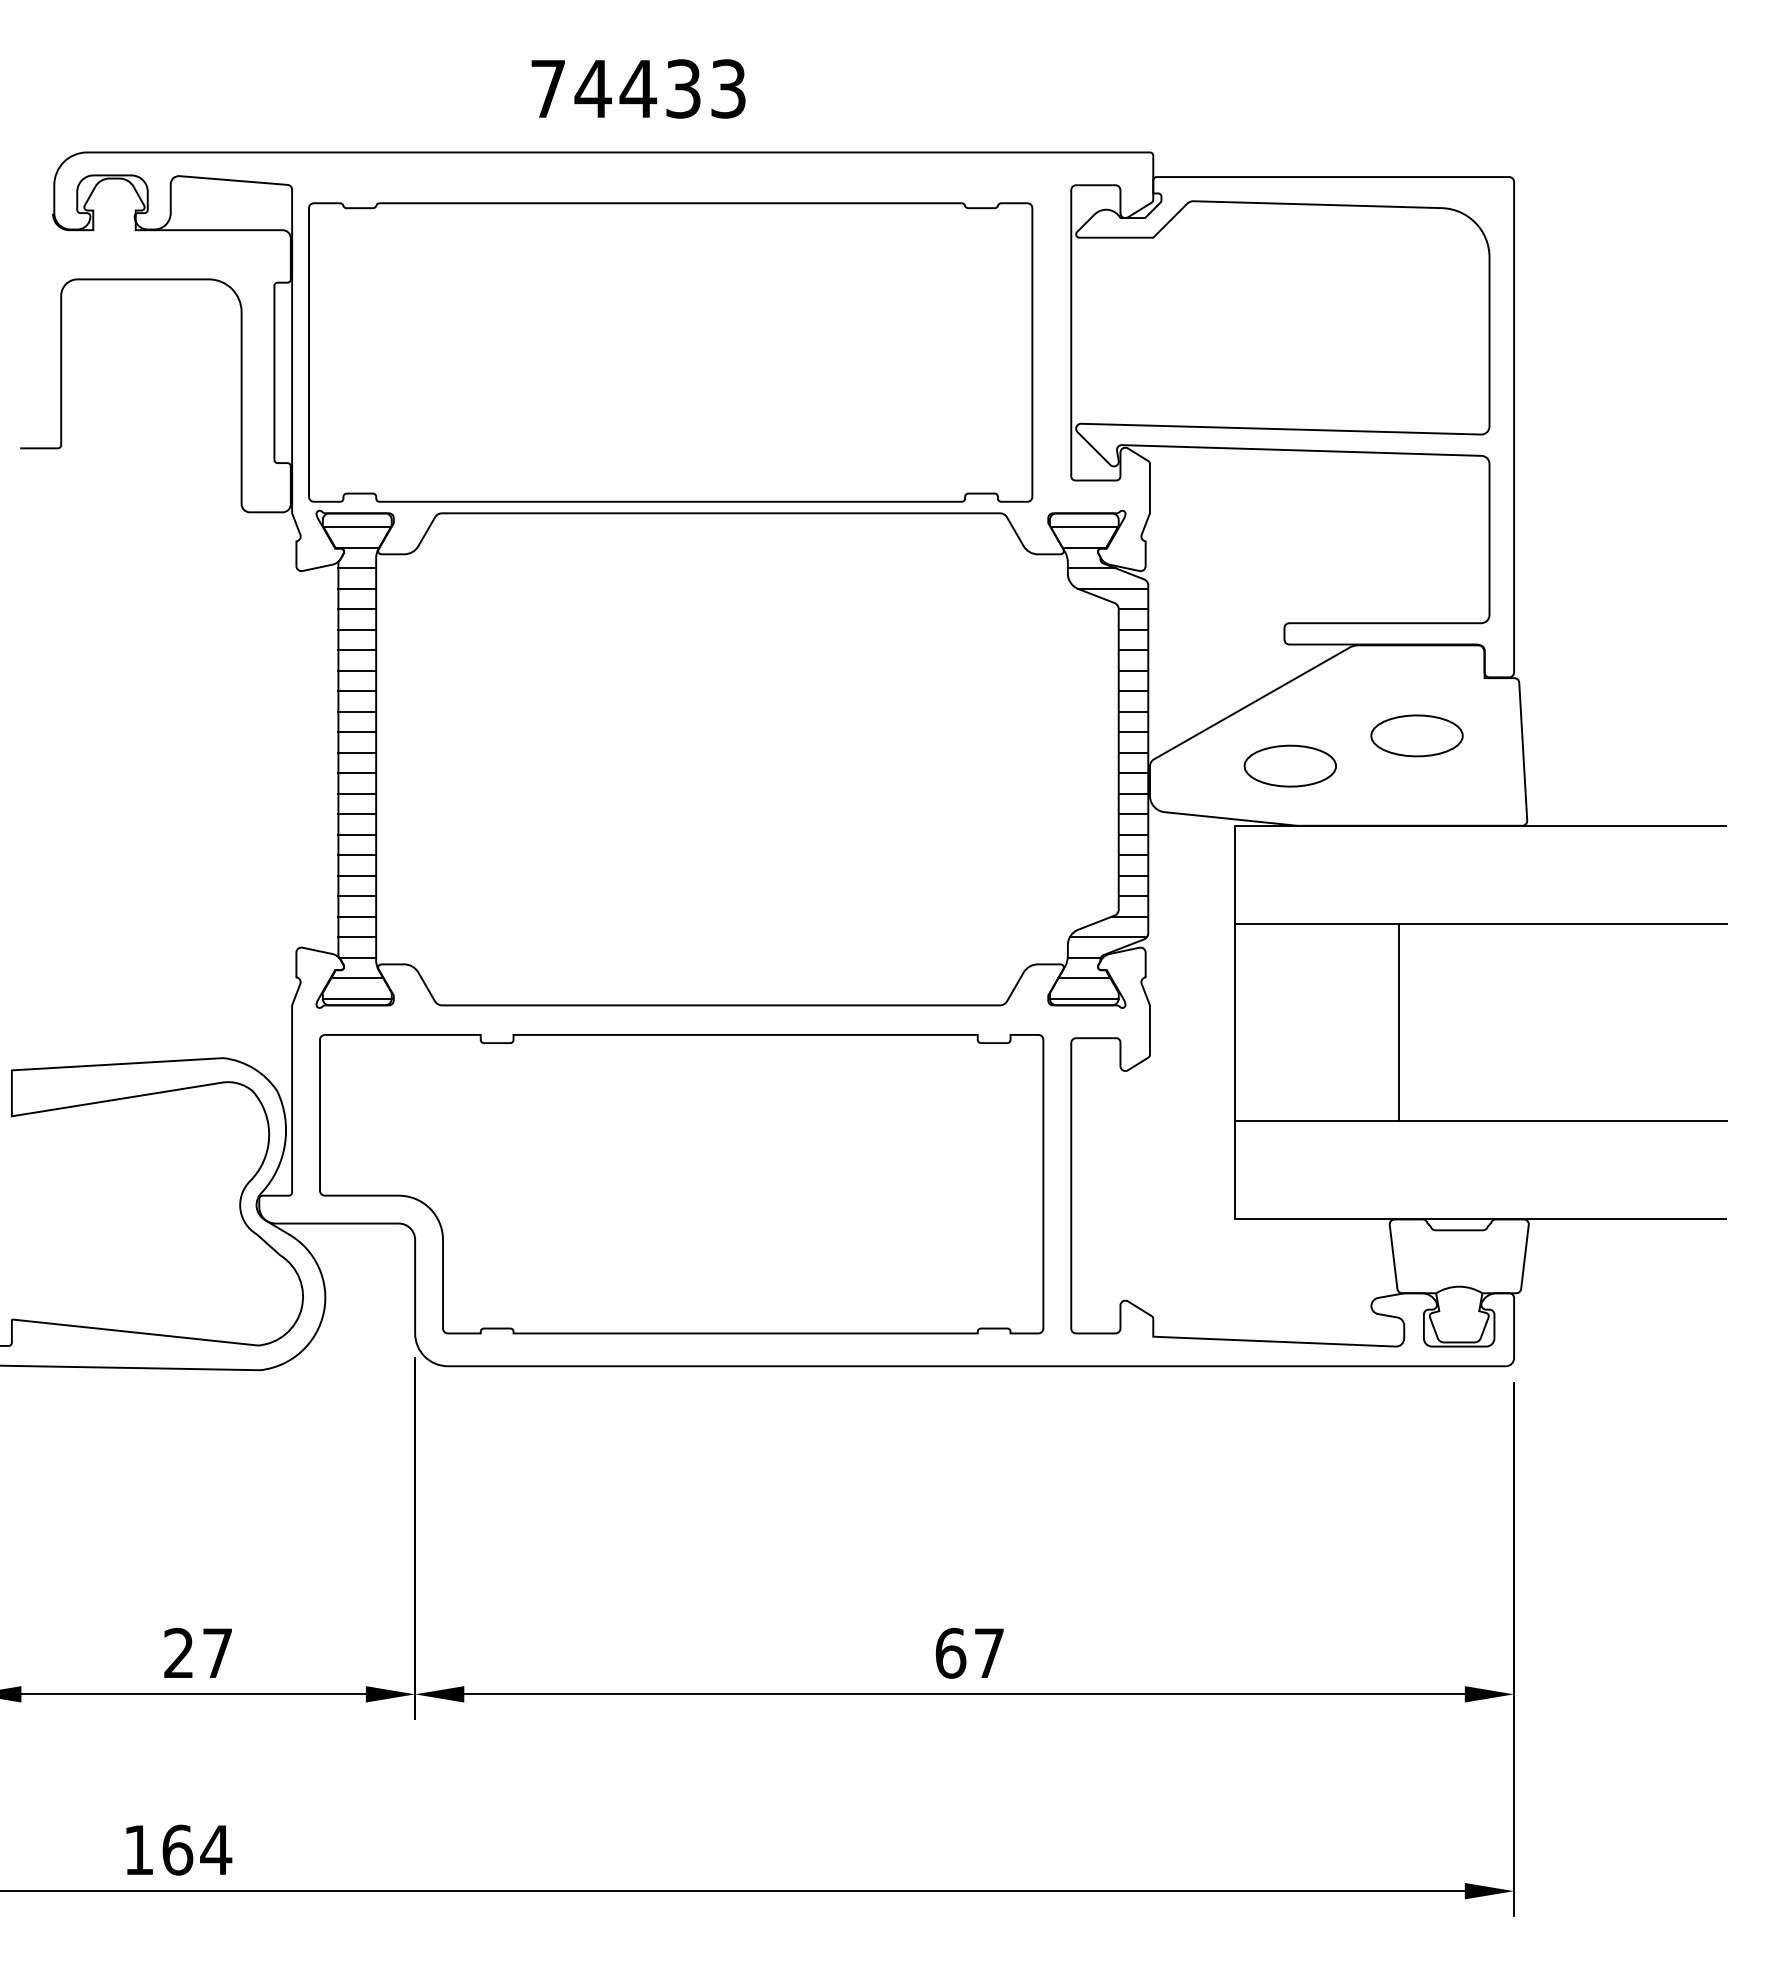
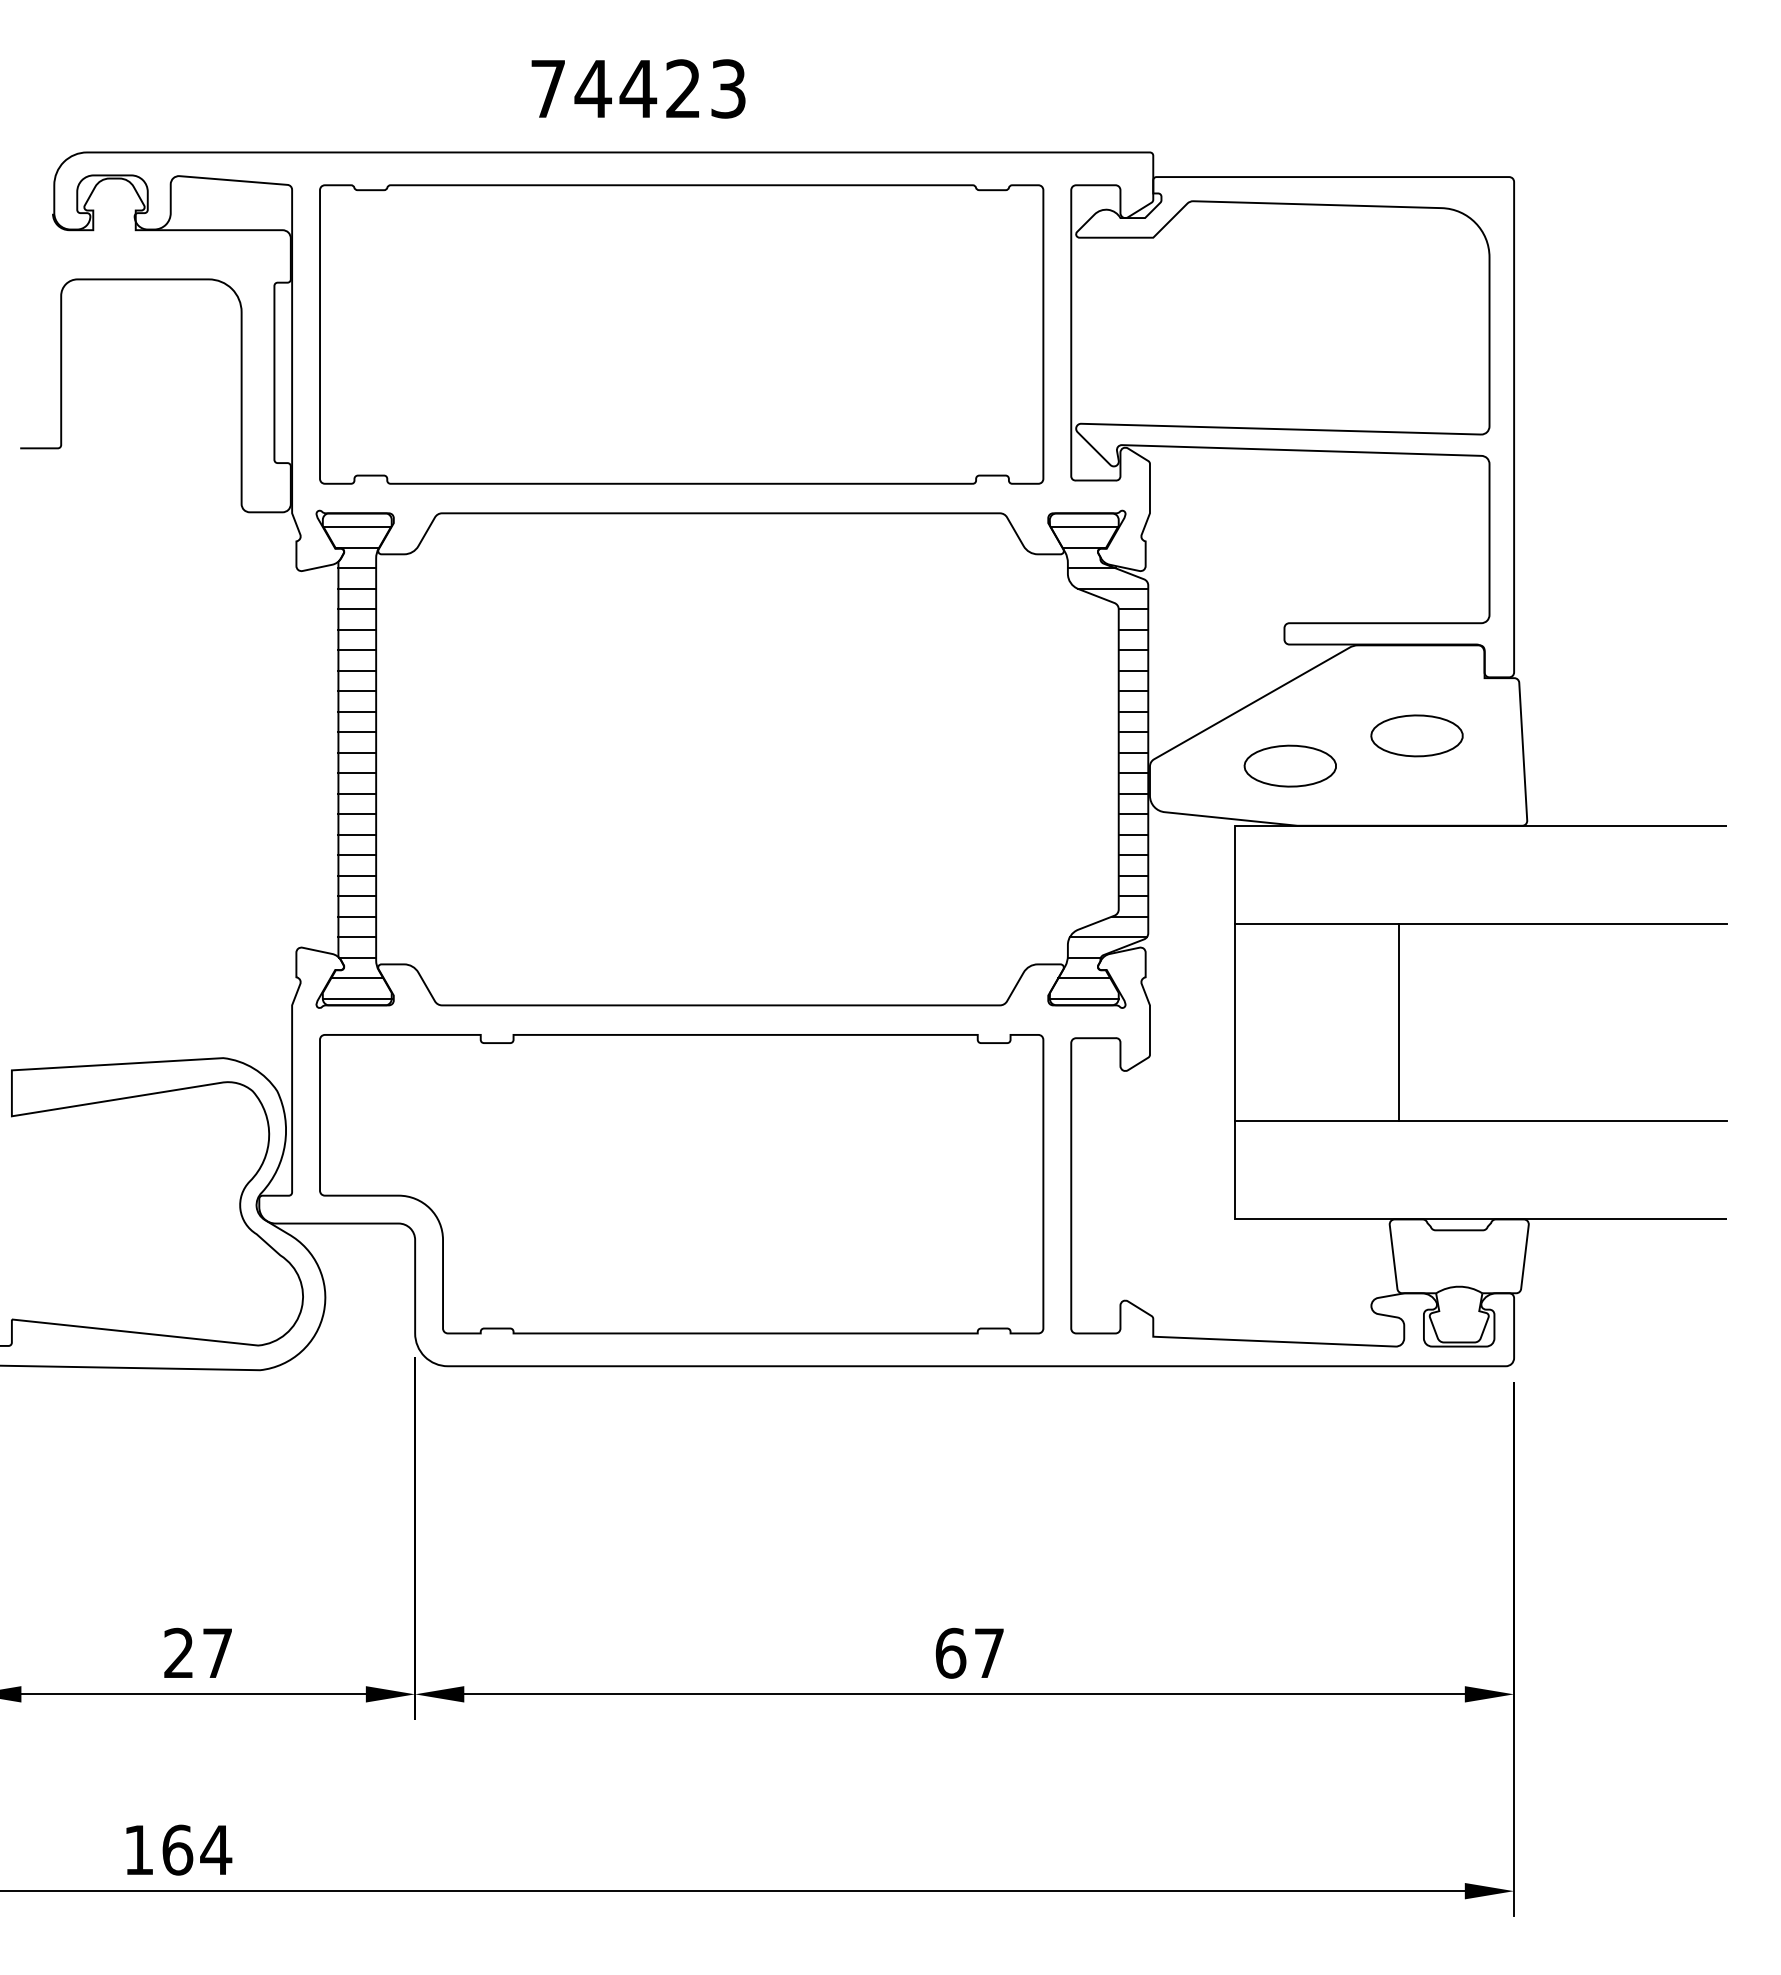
text at (683, 88): 74433 -> 74423
part at (670, 352) position: (670, 352) -> (681, 334)
